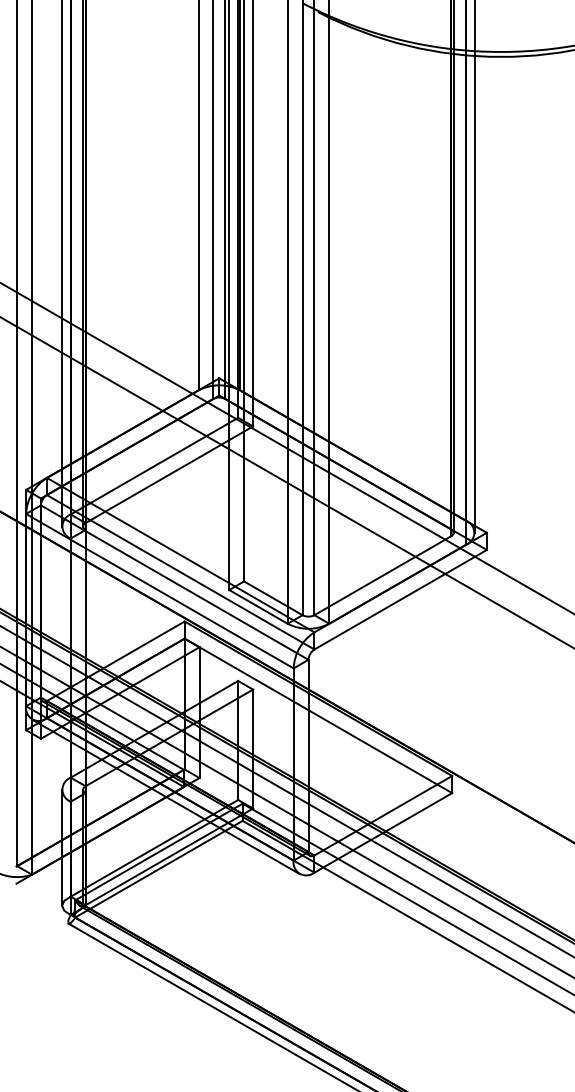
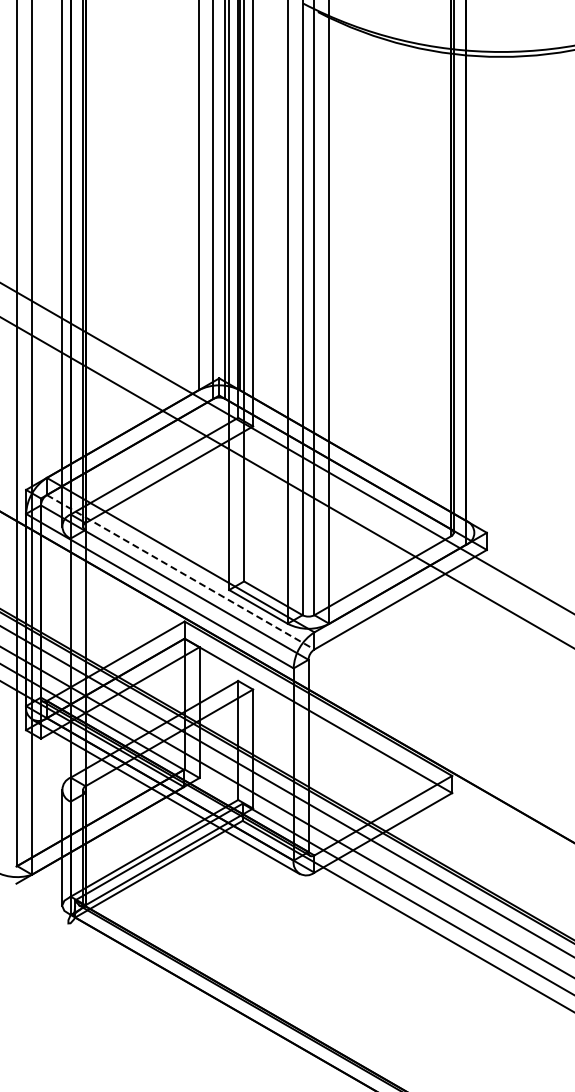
line at (474, 267): present -> none
line at (181, 572): solid -> dashed
line at (211, 1005): present -> none
